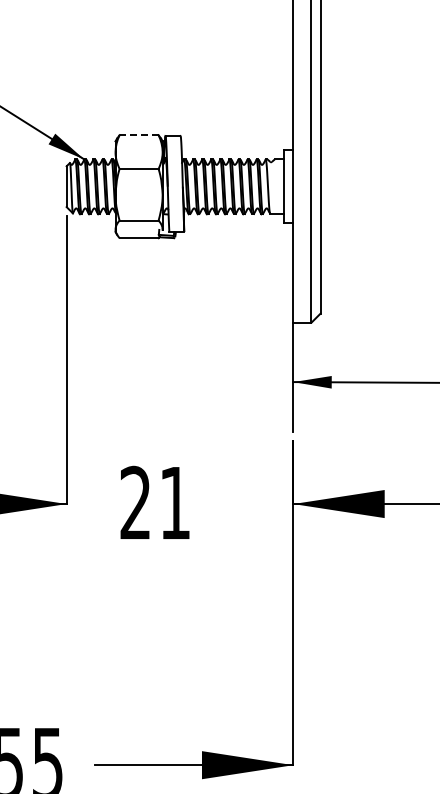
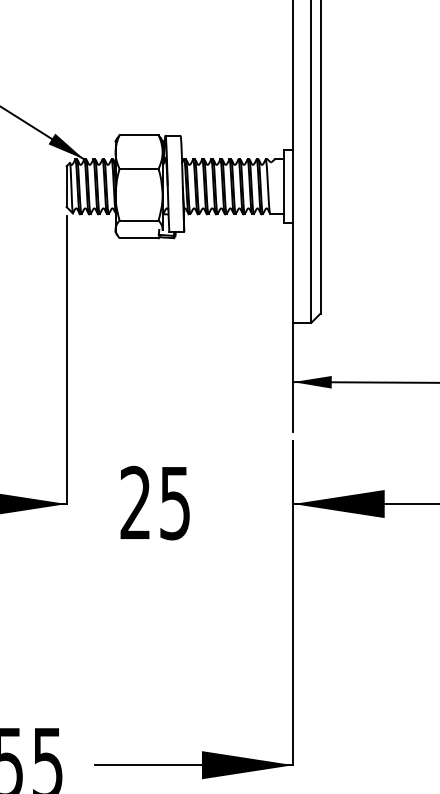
line at (139, 135): dashed -> solid
text at (174, 503): 21 -> 25
